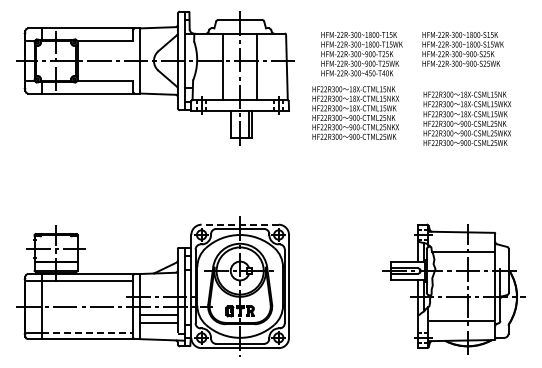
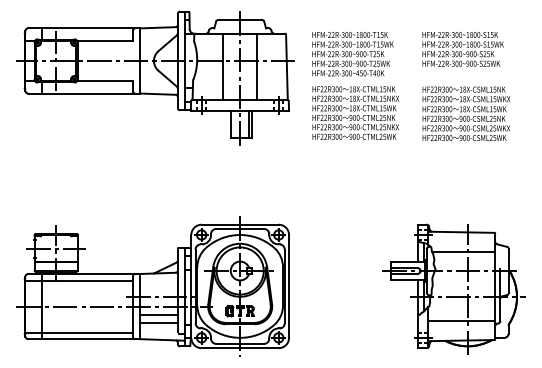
text at (361, 54) position: (361, 54) -> (352, 54)
text at (466, 118) position: (466, 118) -> (465, 113)
line at (240, 224): dashed -> solid
line at (88, 332): dashed -> solid
